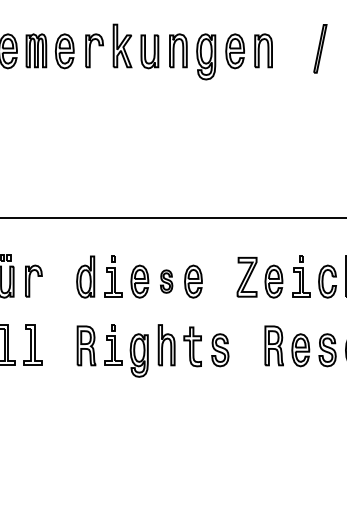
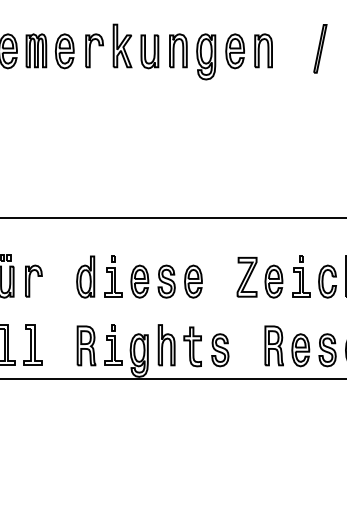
part at (166, 281) size: 14x25 px -> 19x35 px
line at (172, 378): none -> present
